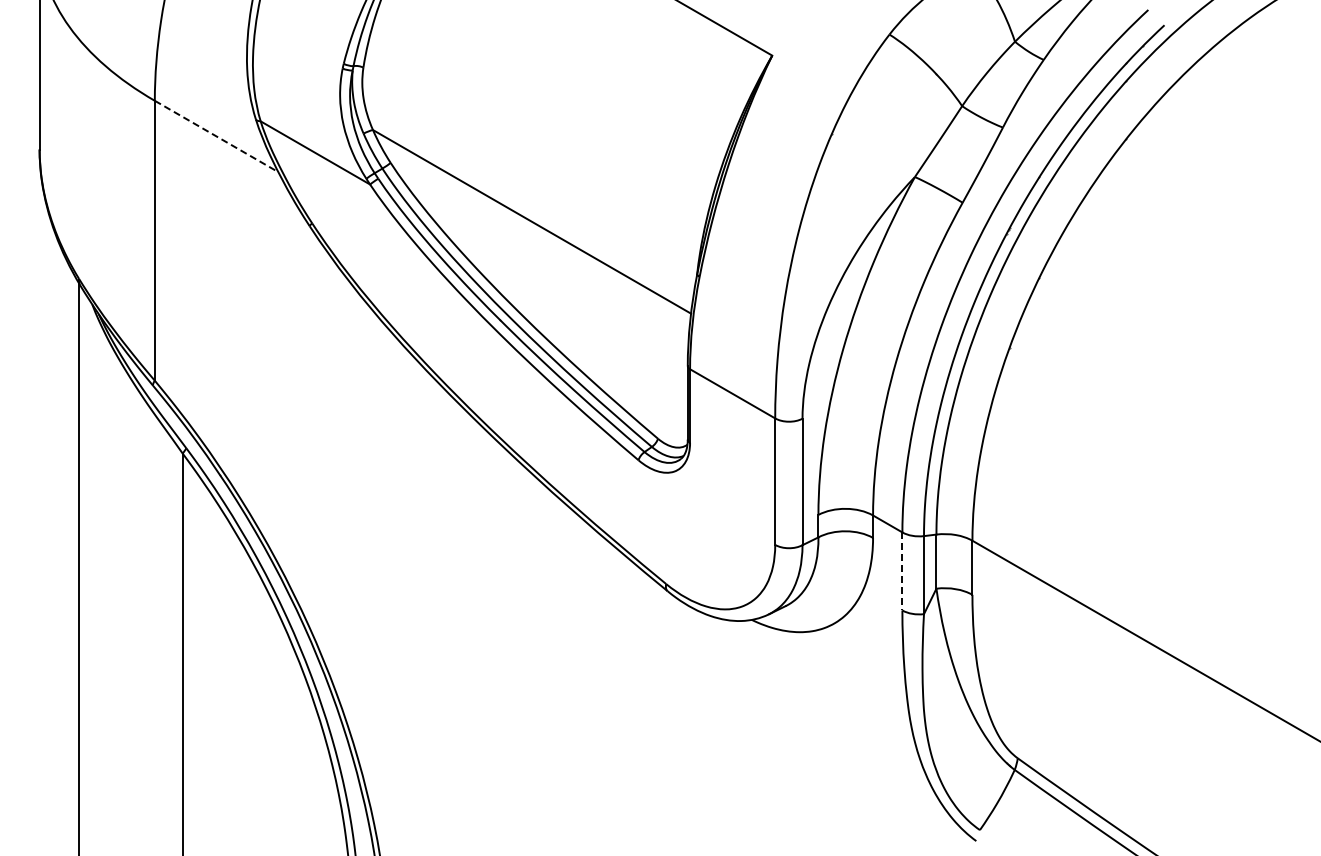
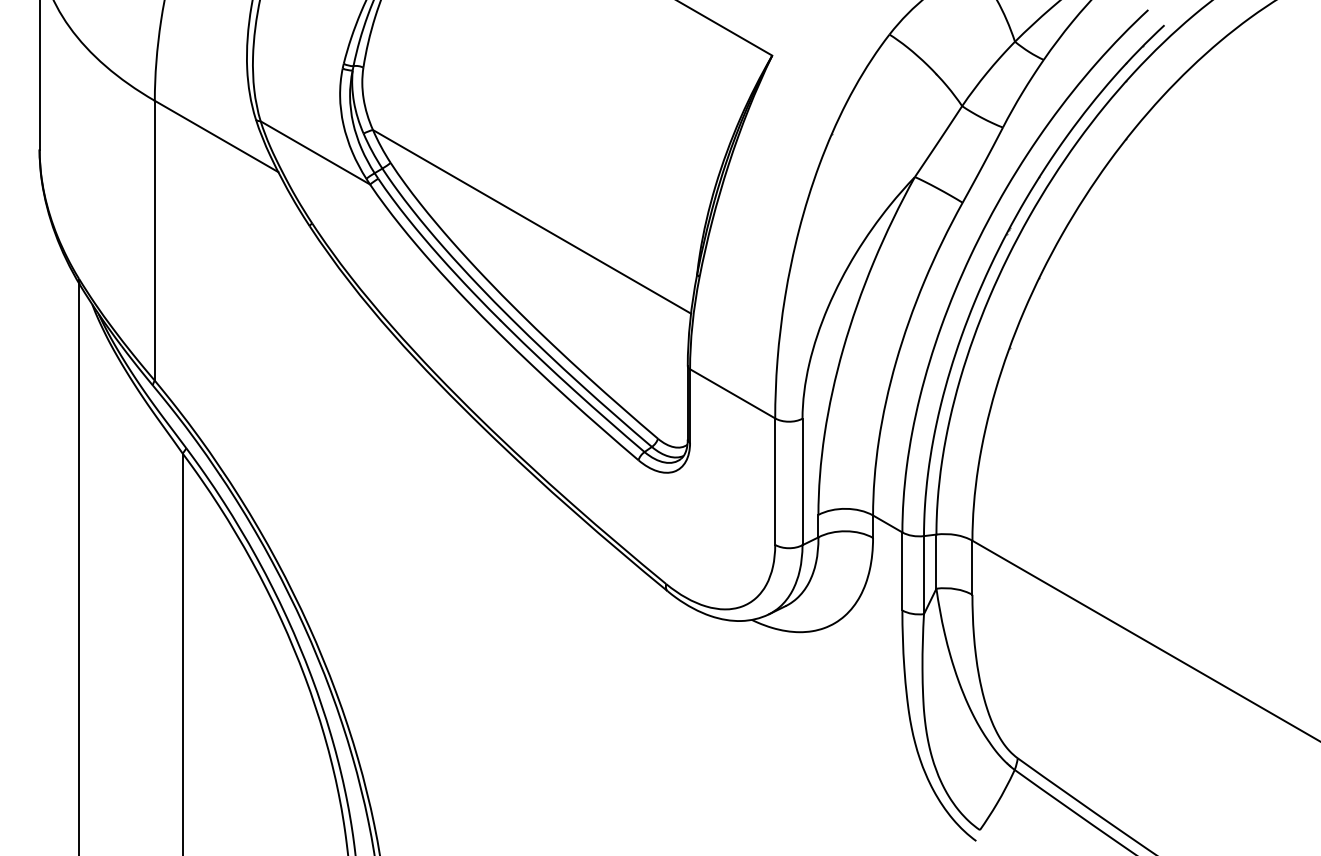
line at (217, 136): dashed -> solid
line at (902, 571): dashed -> solid
